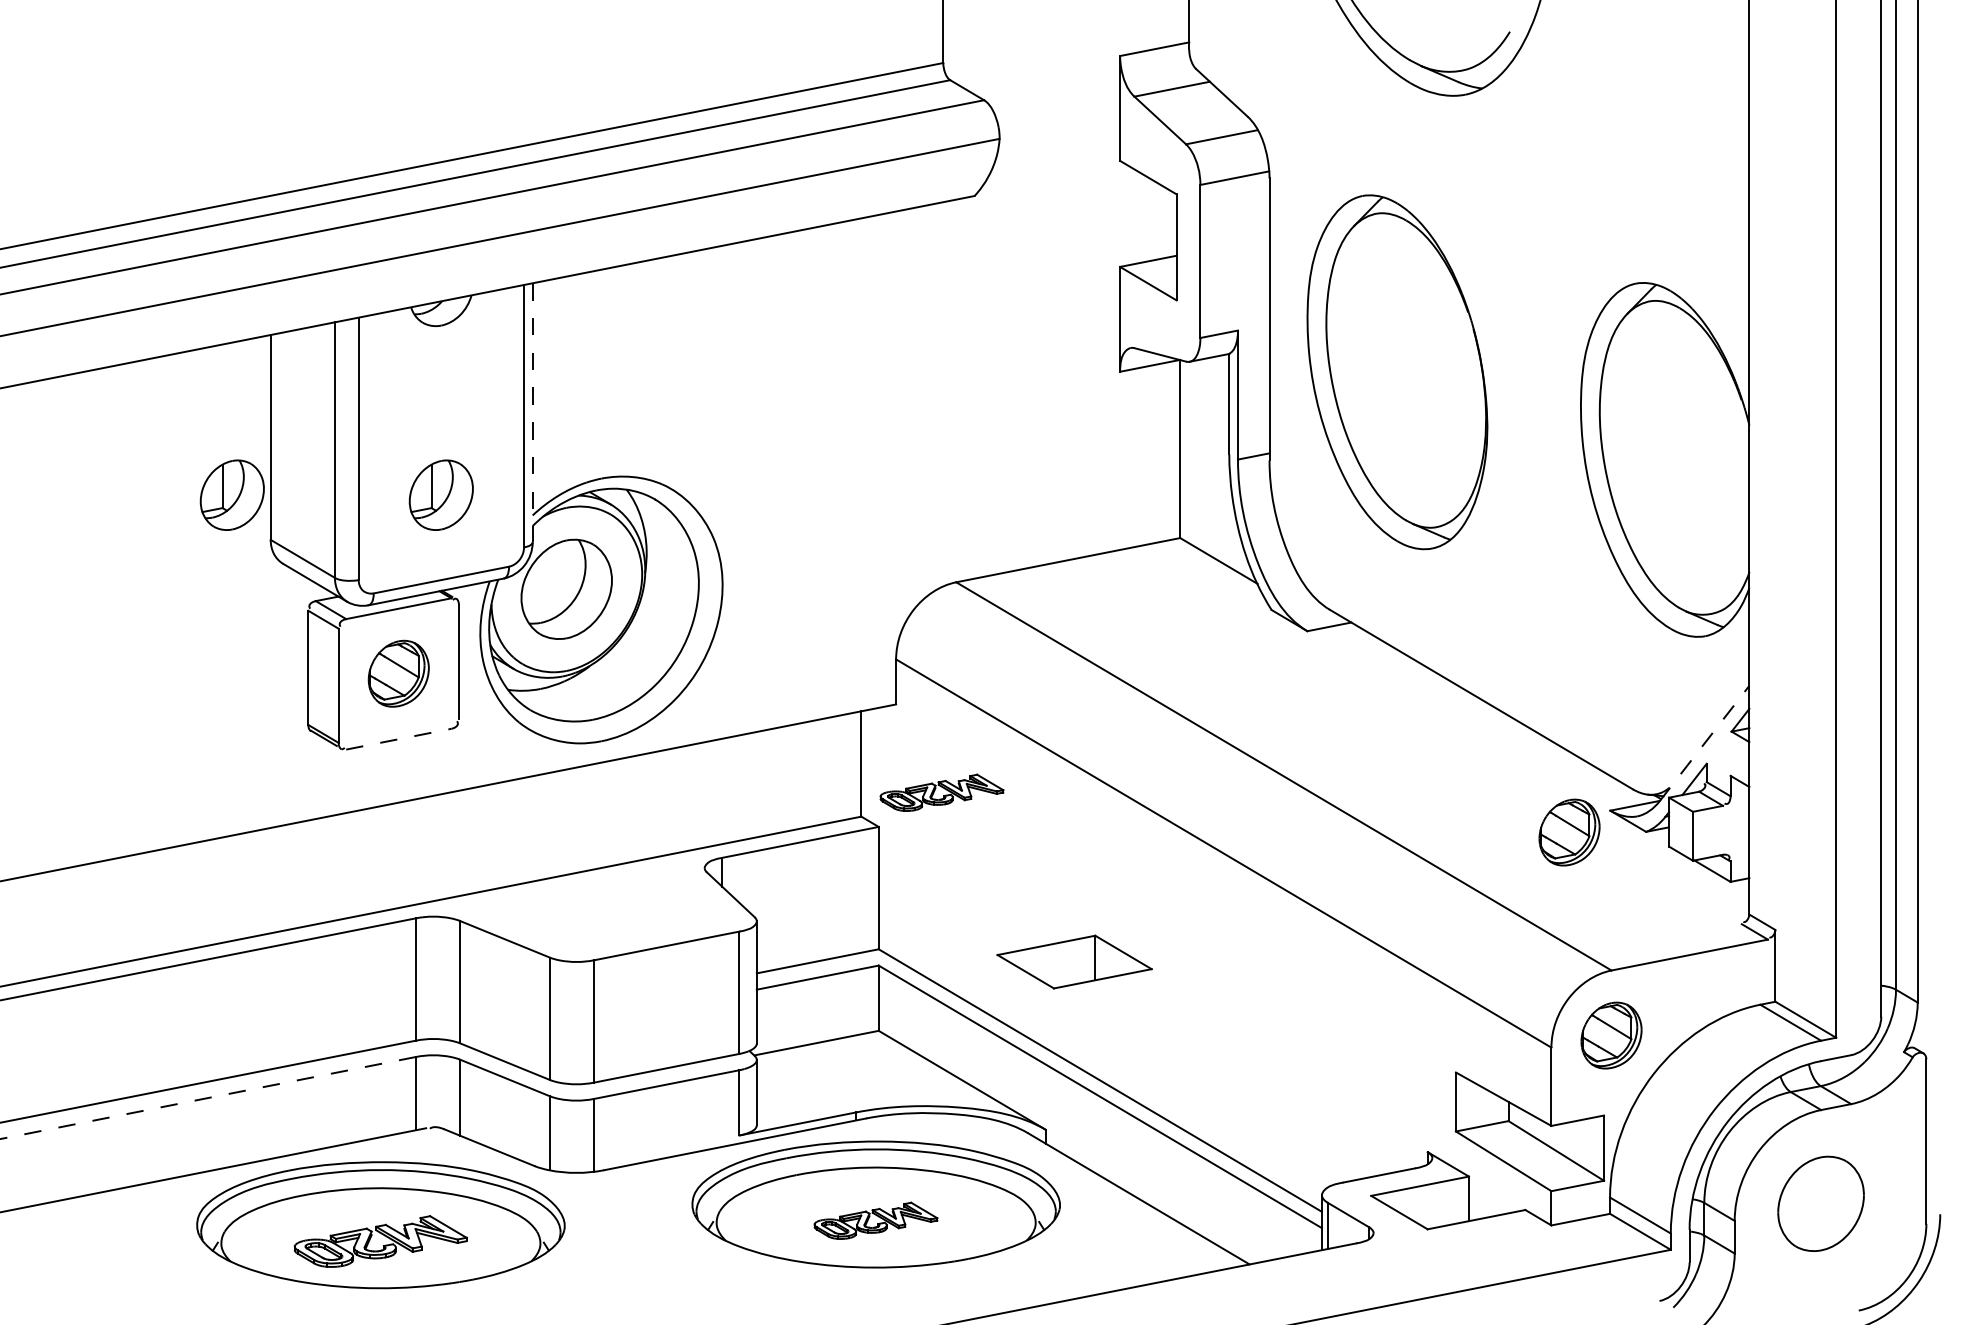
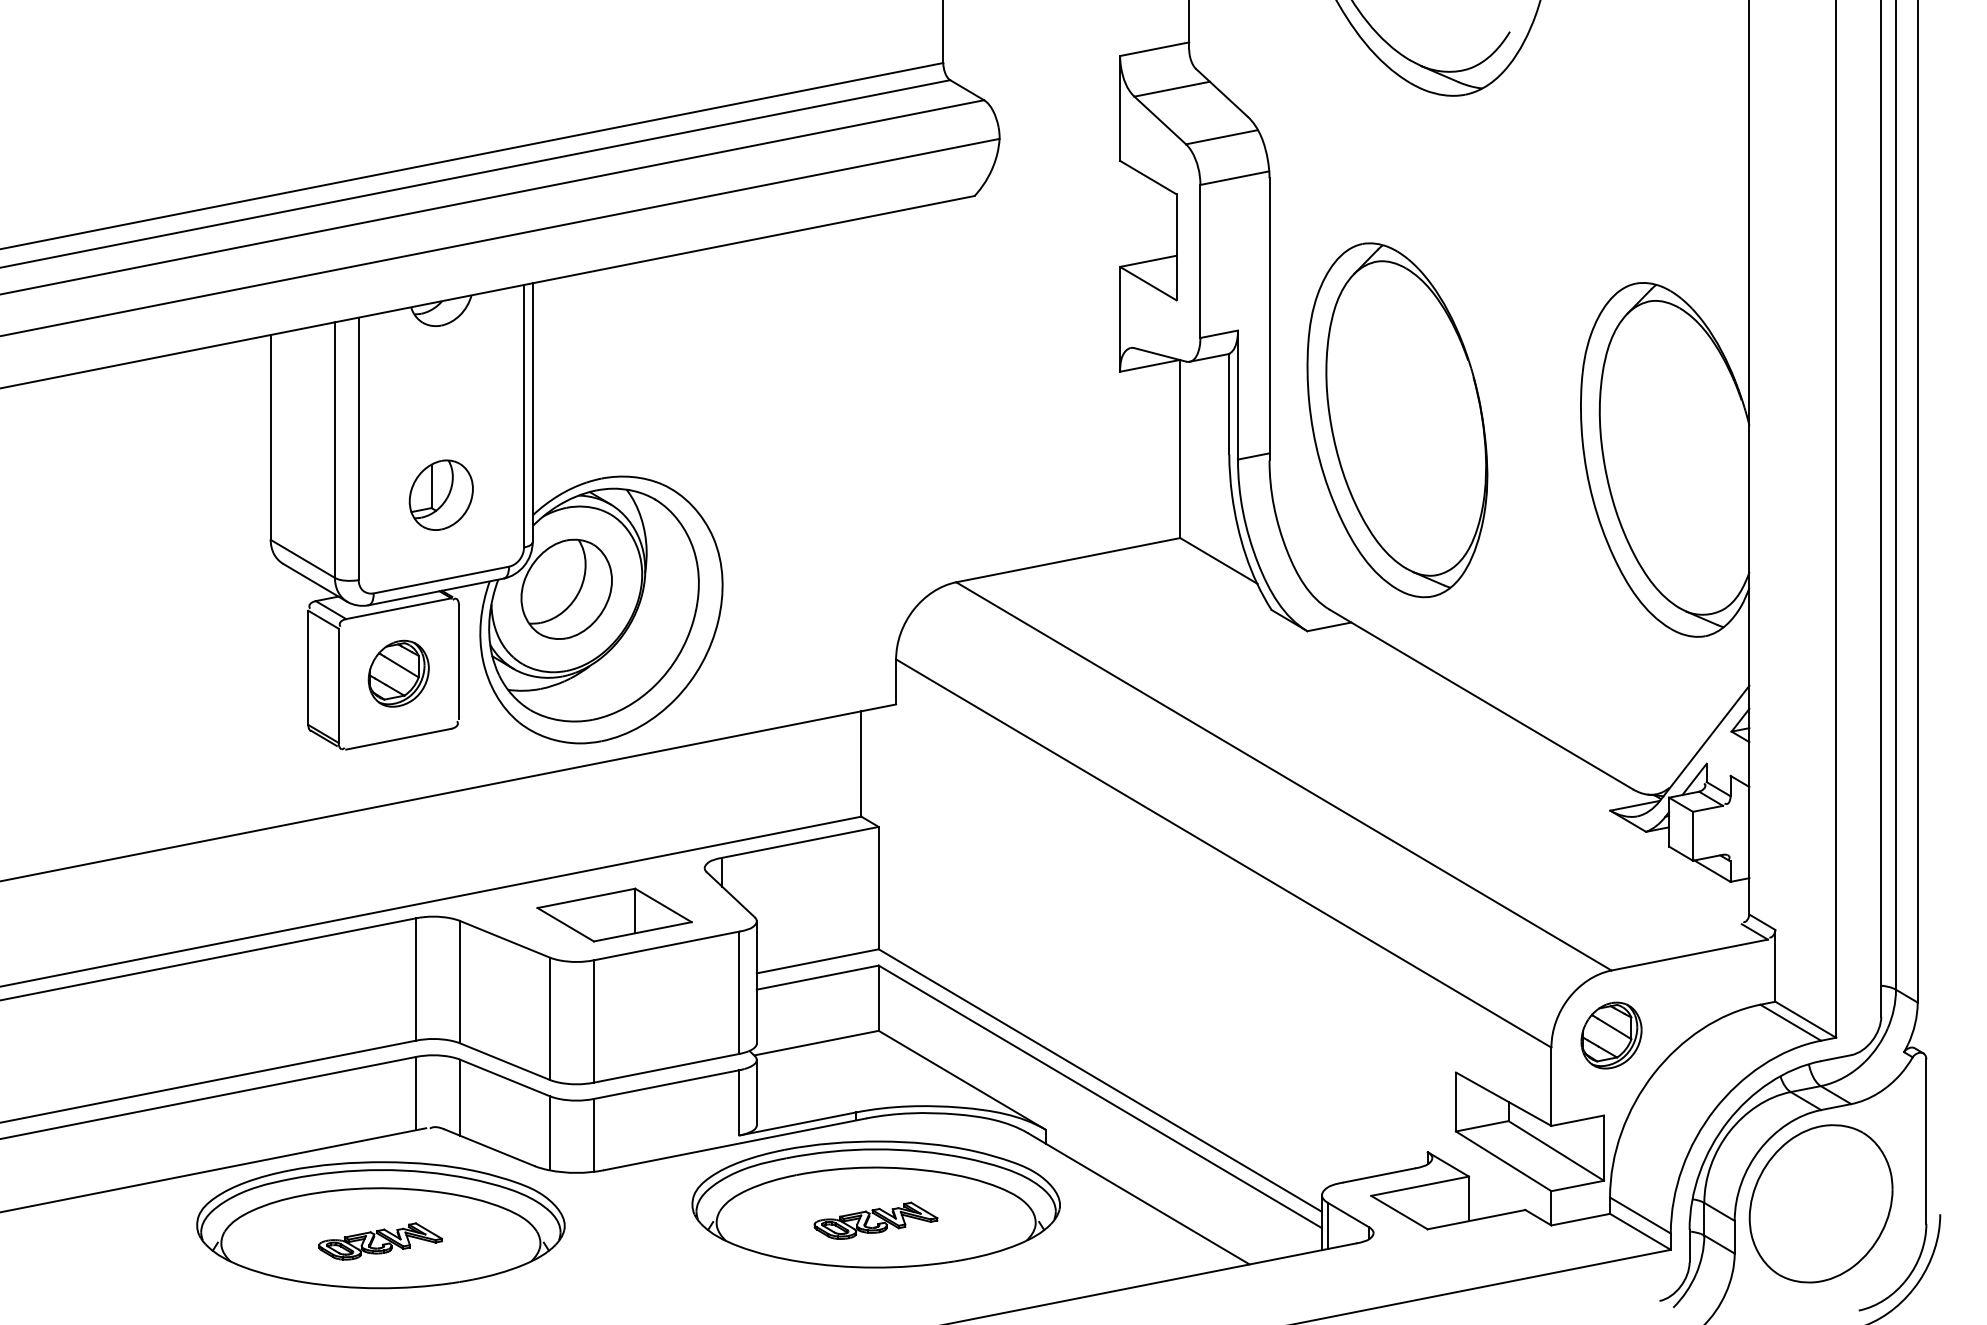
part at (1397, 372) position: (1397, 372) -> (1397, 420)
line at (532, 412): dashed -> solid
part at (231, 494): present -> none
line at (398, 739): dashed -> solid
line at (1704, 743): dashed -> solid
part at (941, 792): present -> none
part at (1569, 832): present -> none
part at (1074, 961) position: (1074, 961) -> (614, 914)
line at (208, 1098): dashed -> solid
part at (1820, 1203) size: 88x97 px -> 146x160 px
part at (380, 1241) size: 175x53 px -> 125x39 px
